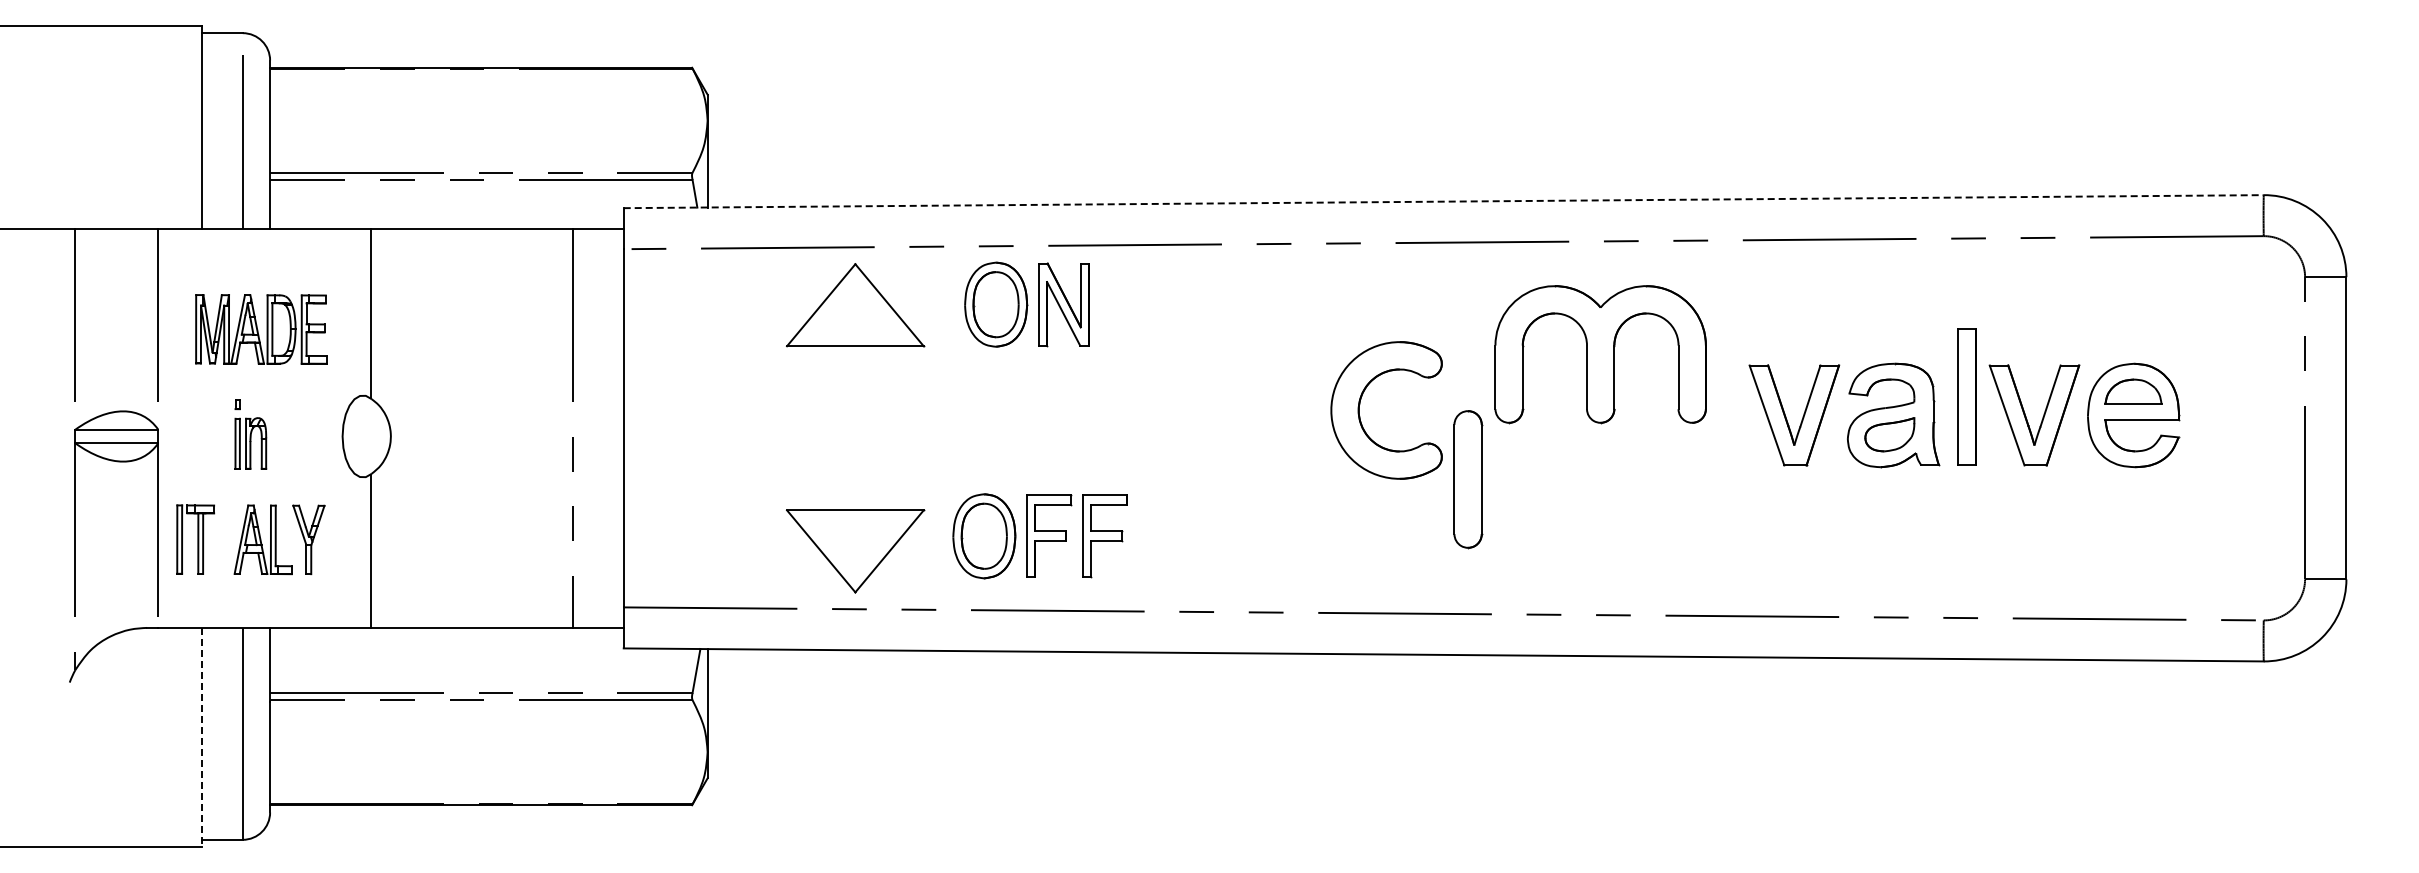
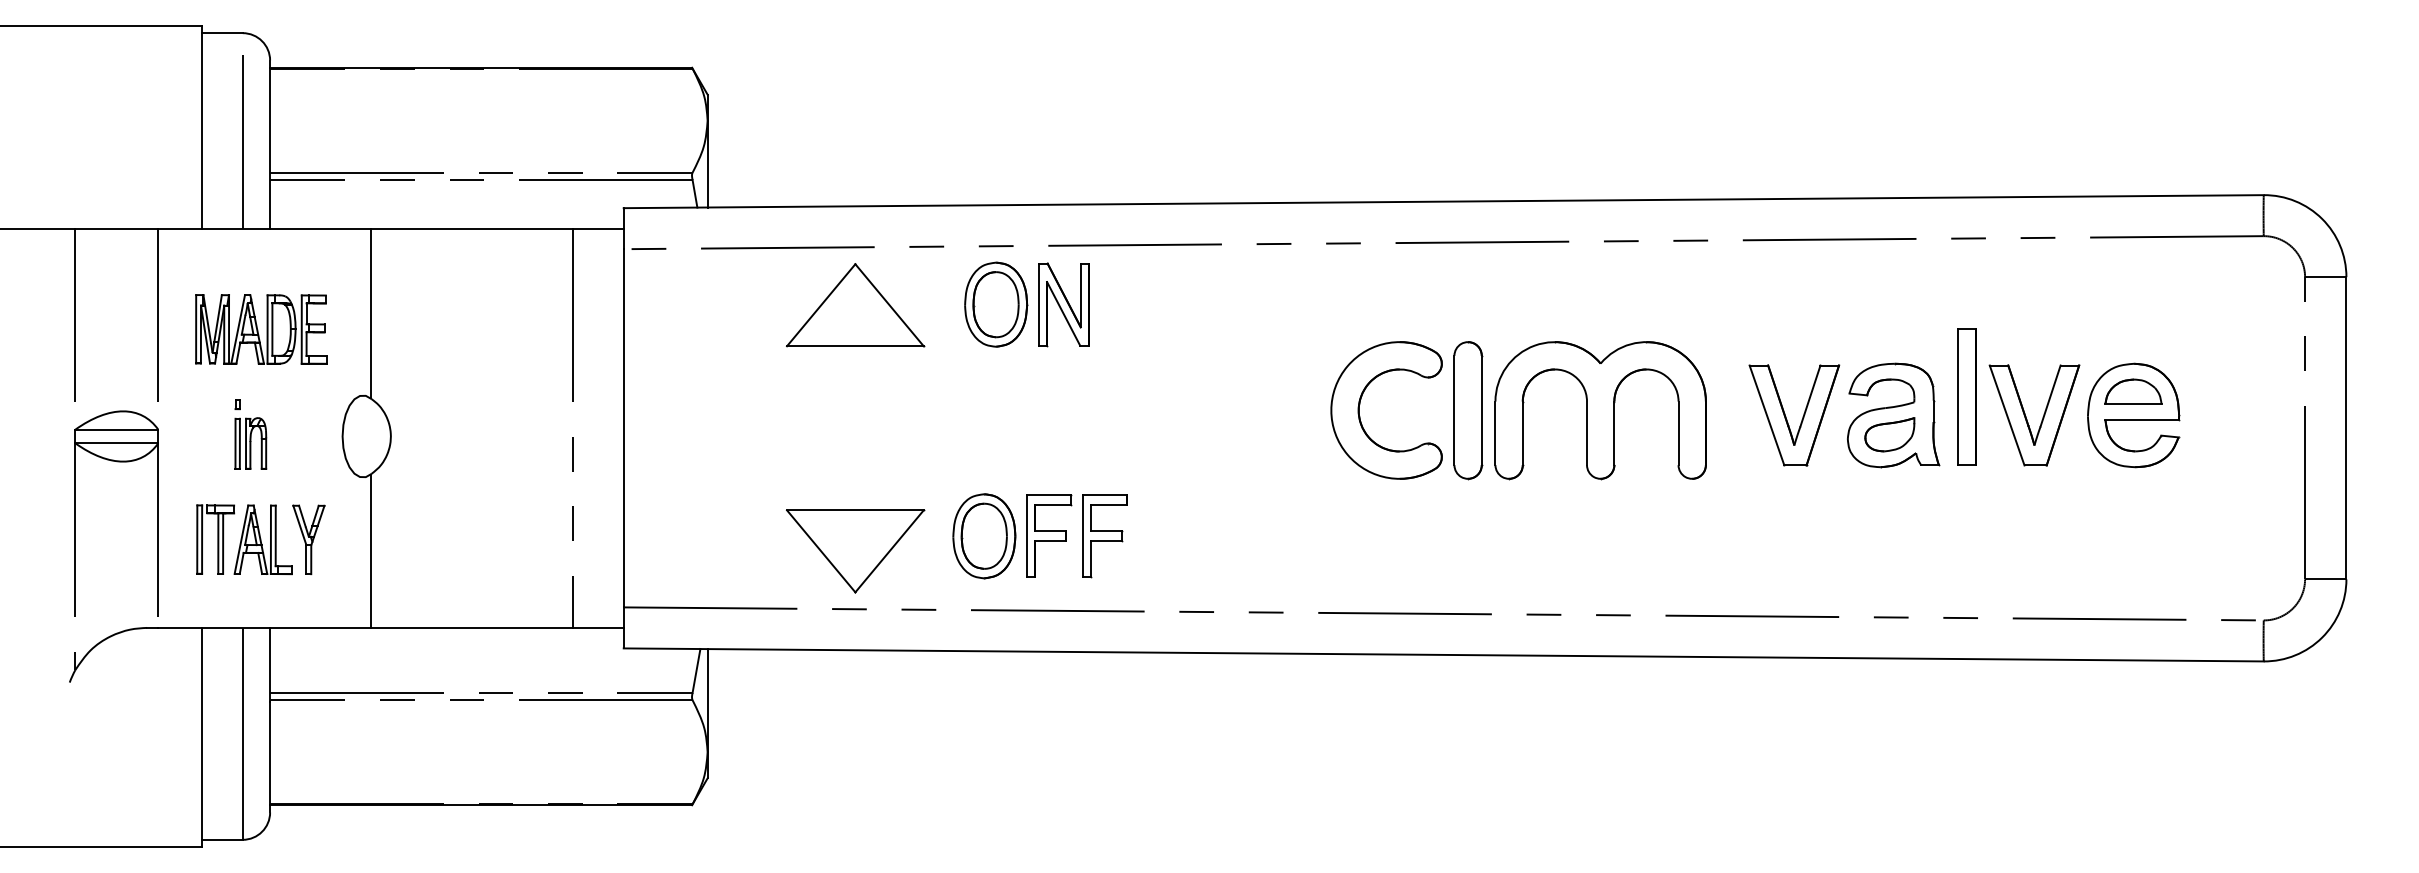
line at (1444, 201): dashed -> solid
part at (1600, 354) position: (1600, 354) -> (1600, 410)
part at (1468, 479) position: (1468, 479) -> (1468, 410)
part at (195, 539) position: (195, 539) -> (215, 539)
line at (201, 737): dashed -> solid
